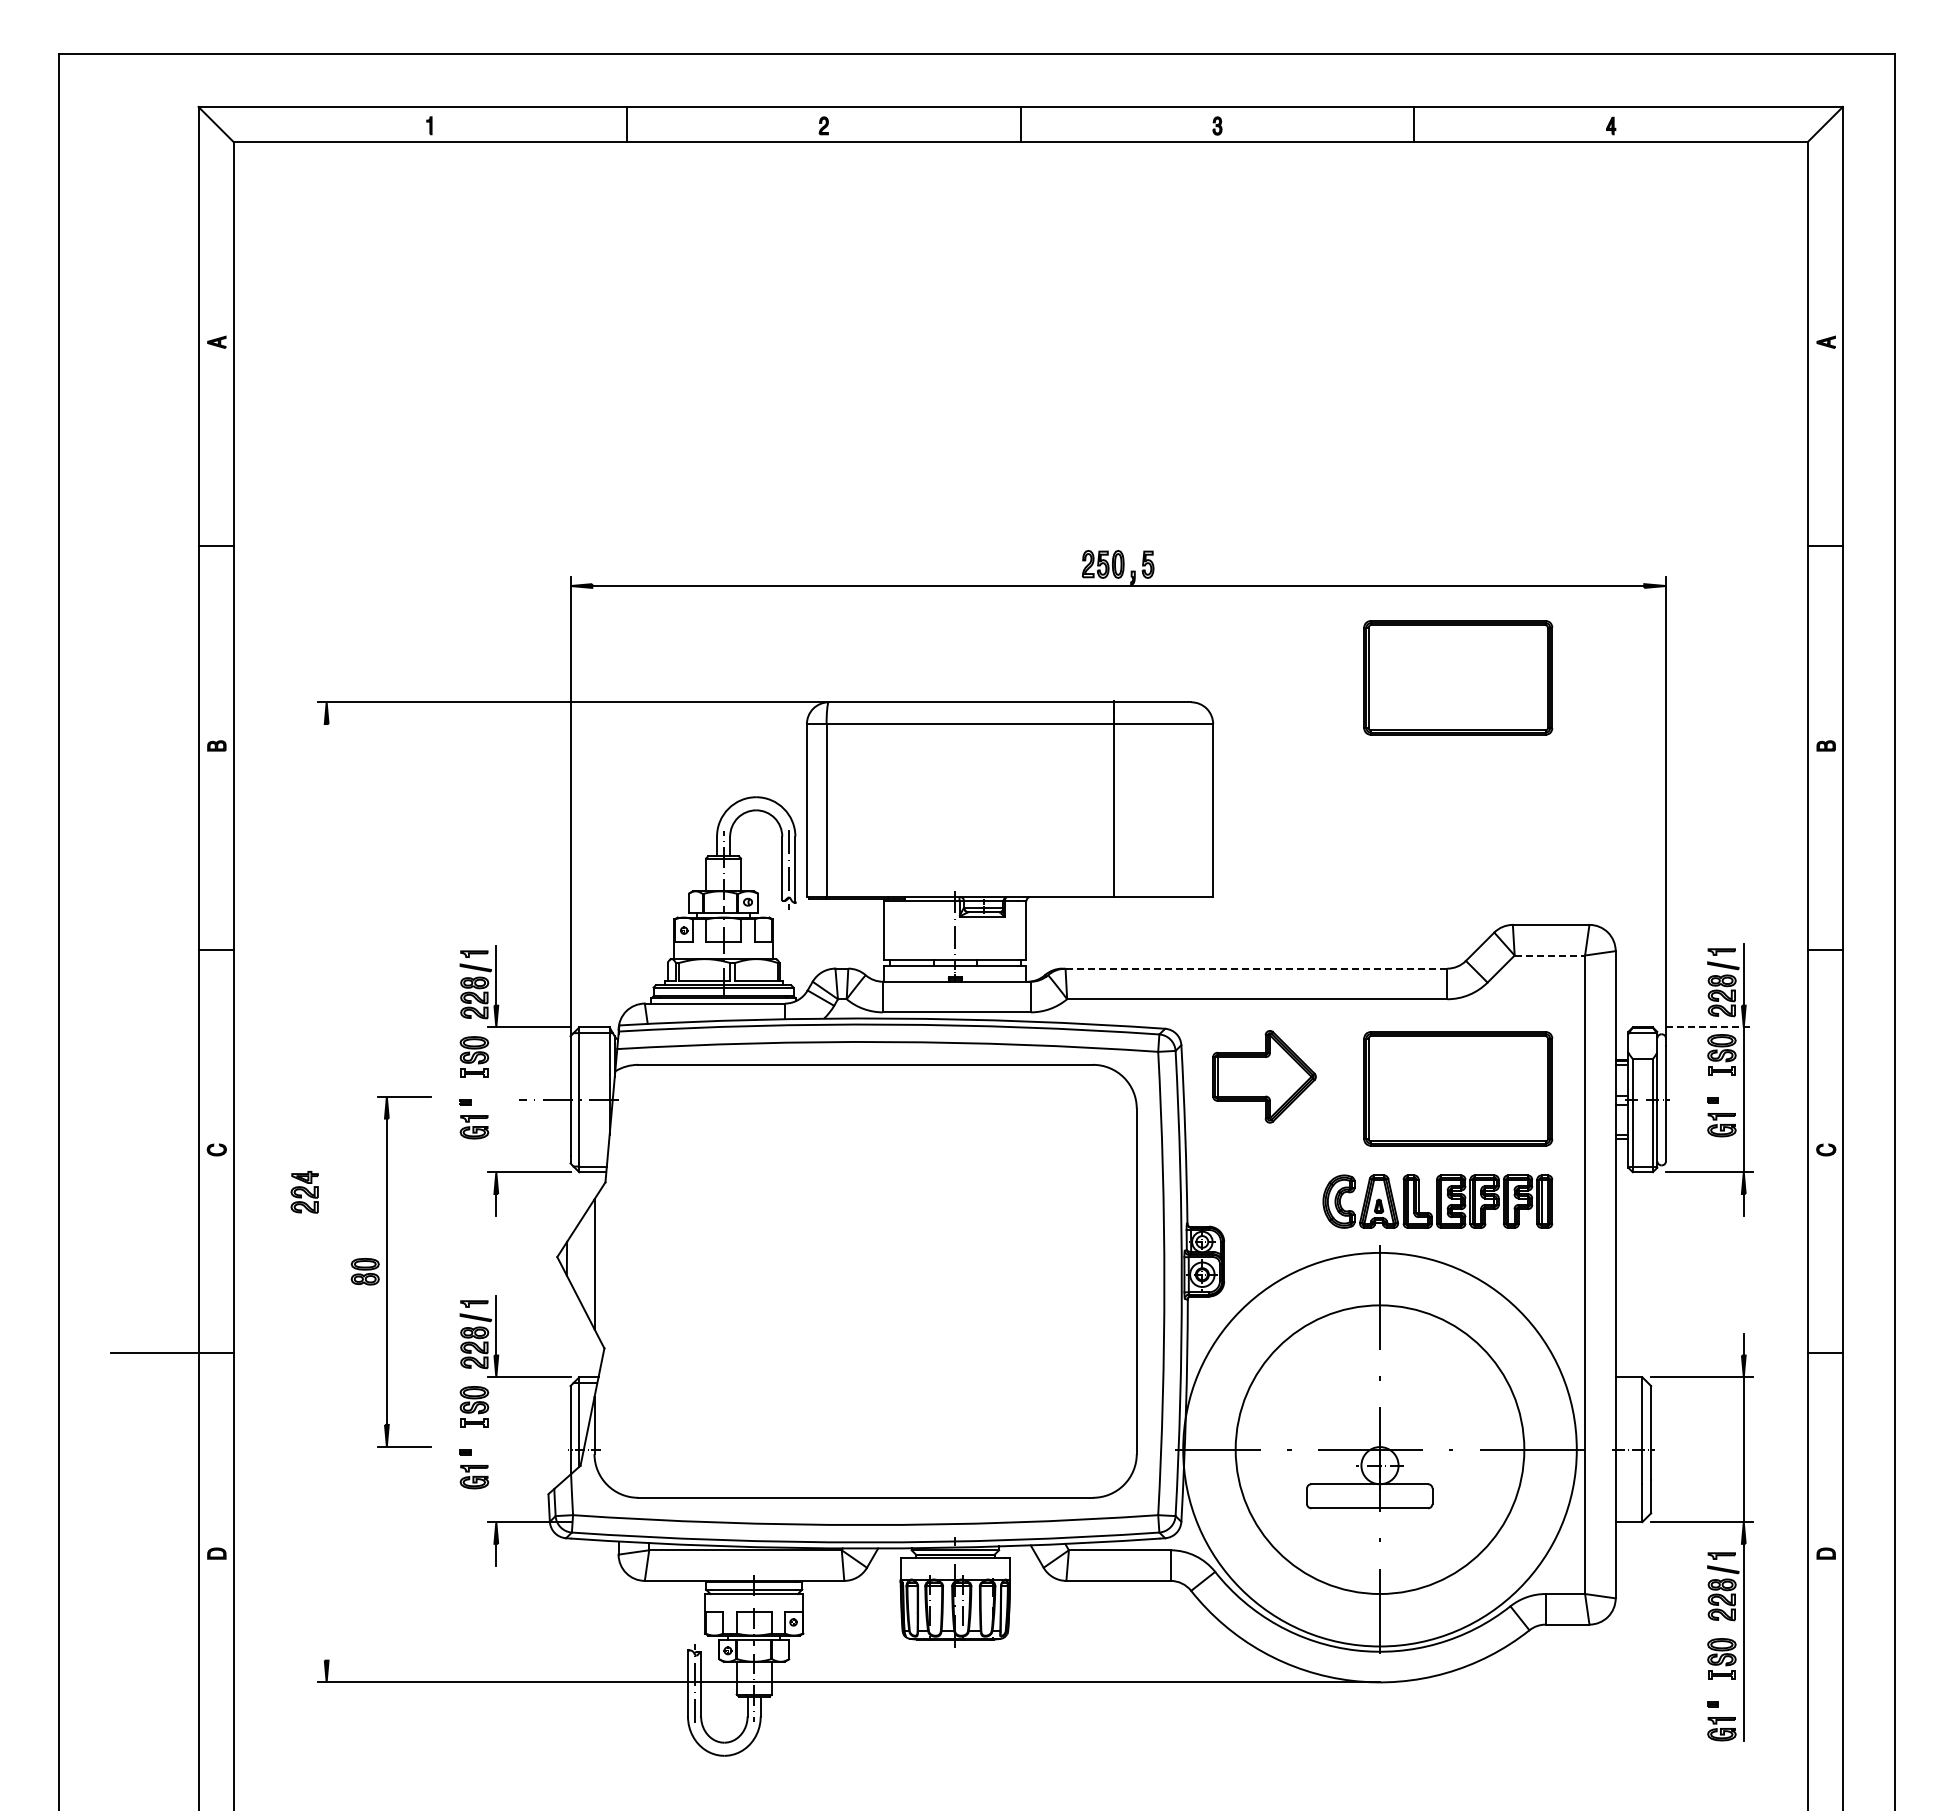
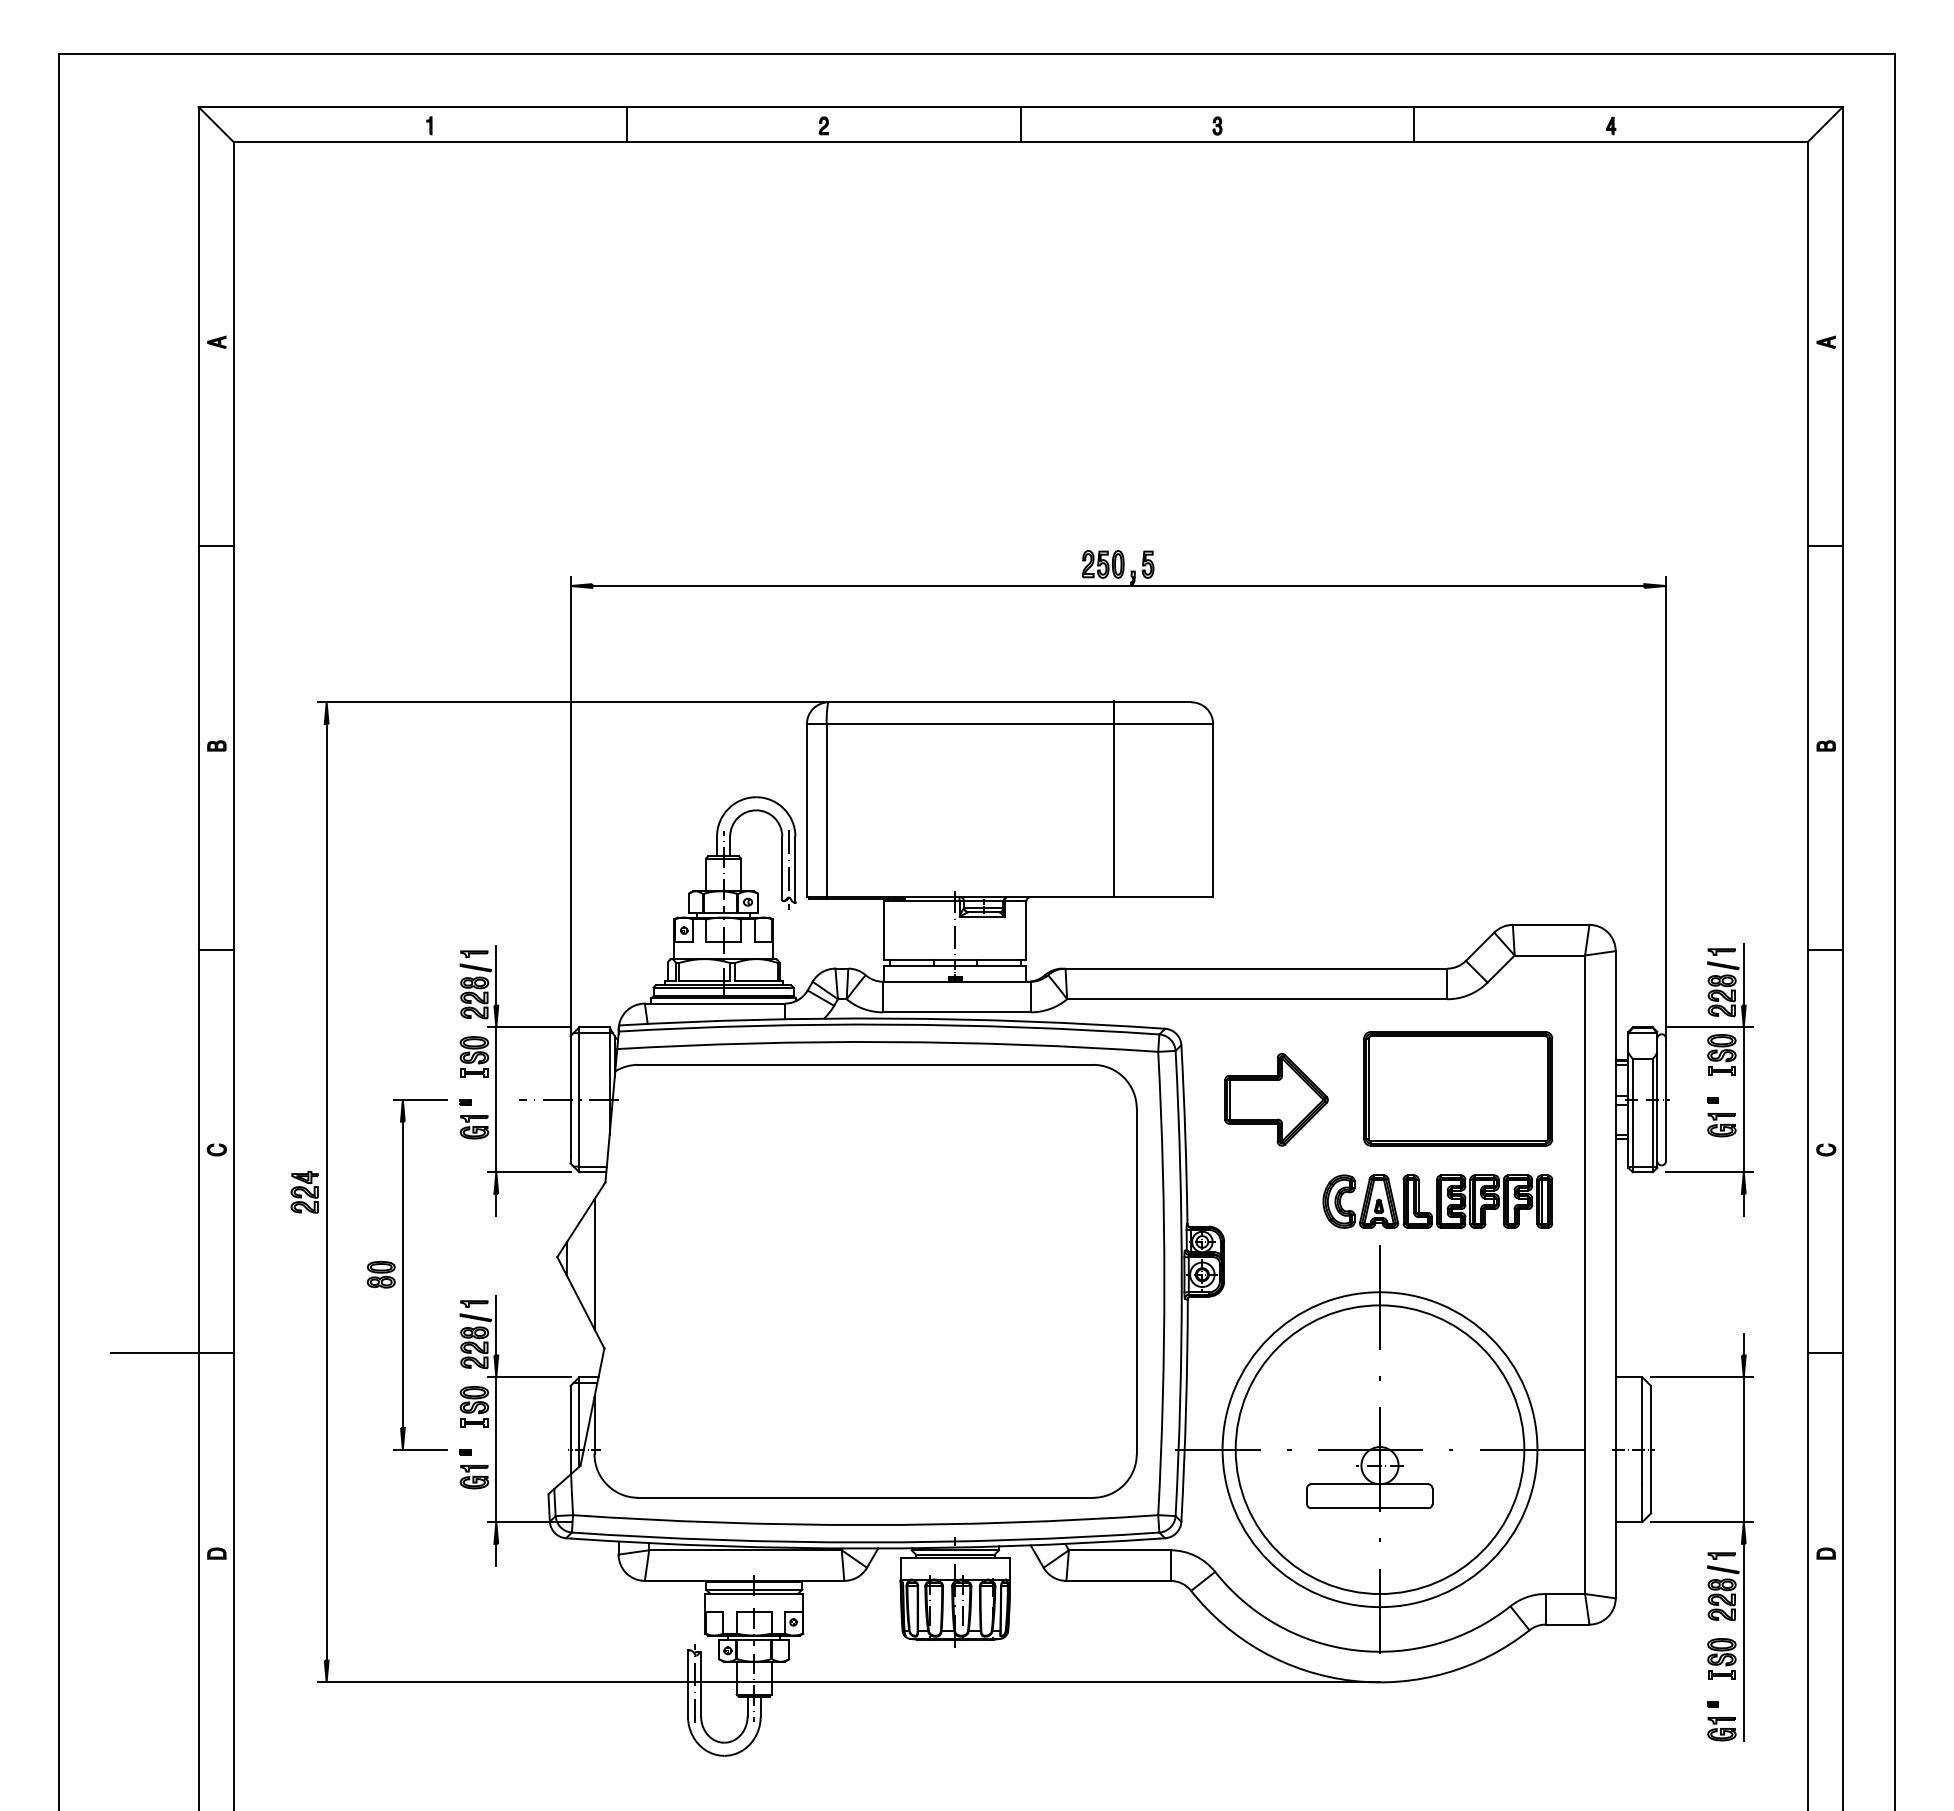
part at (1458, 677): present -> none
line at (1550, 955): dashed -> solid
line at (1256, 968): dashed -> solid
line at (1709, 1027): dashed -> solid
part at (1264, 1076) position: (1264, 1076) -> (1276, 1099)
line at (496, 1099): none -> present
line at (326, 1192): none -> present
part at (390, 1271) position: (390, 1271) -> (406, 1274)
line at (496, 1449): none -> present
circle at (1379, 1449) diameter: 394 px -> 315 px
